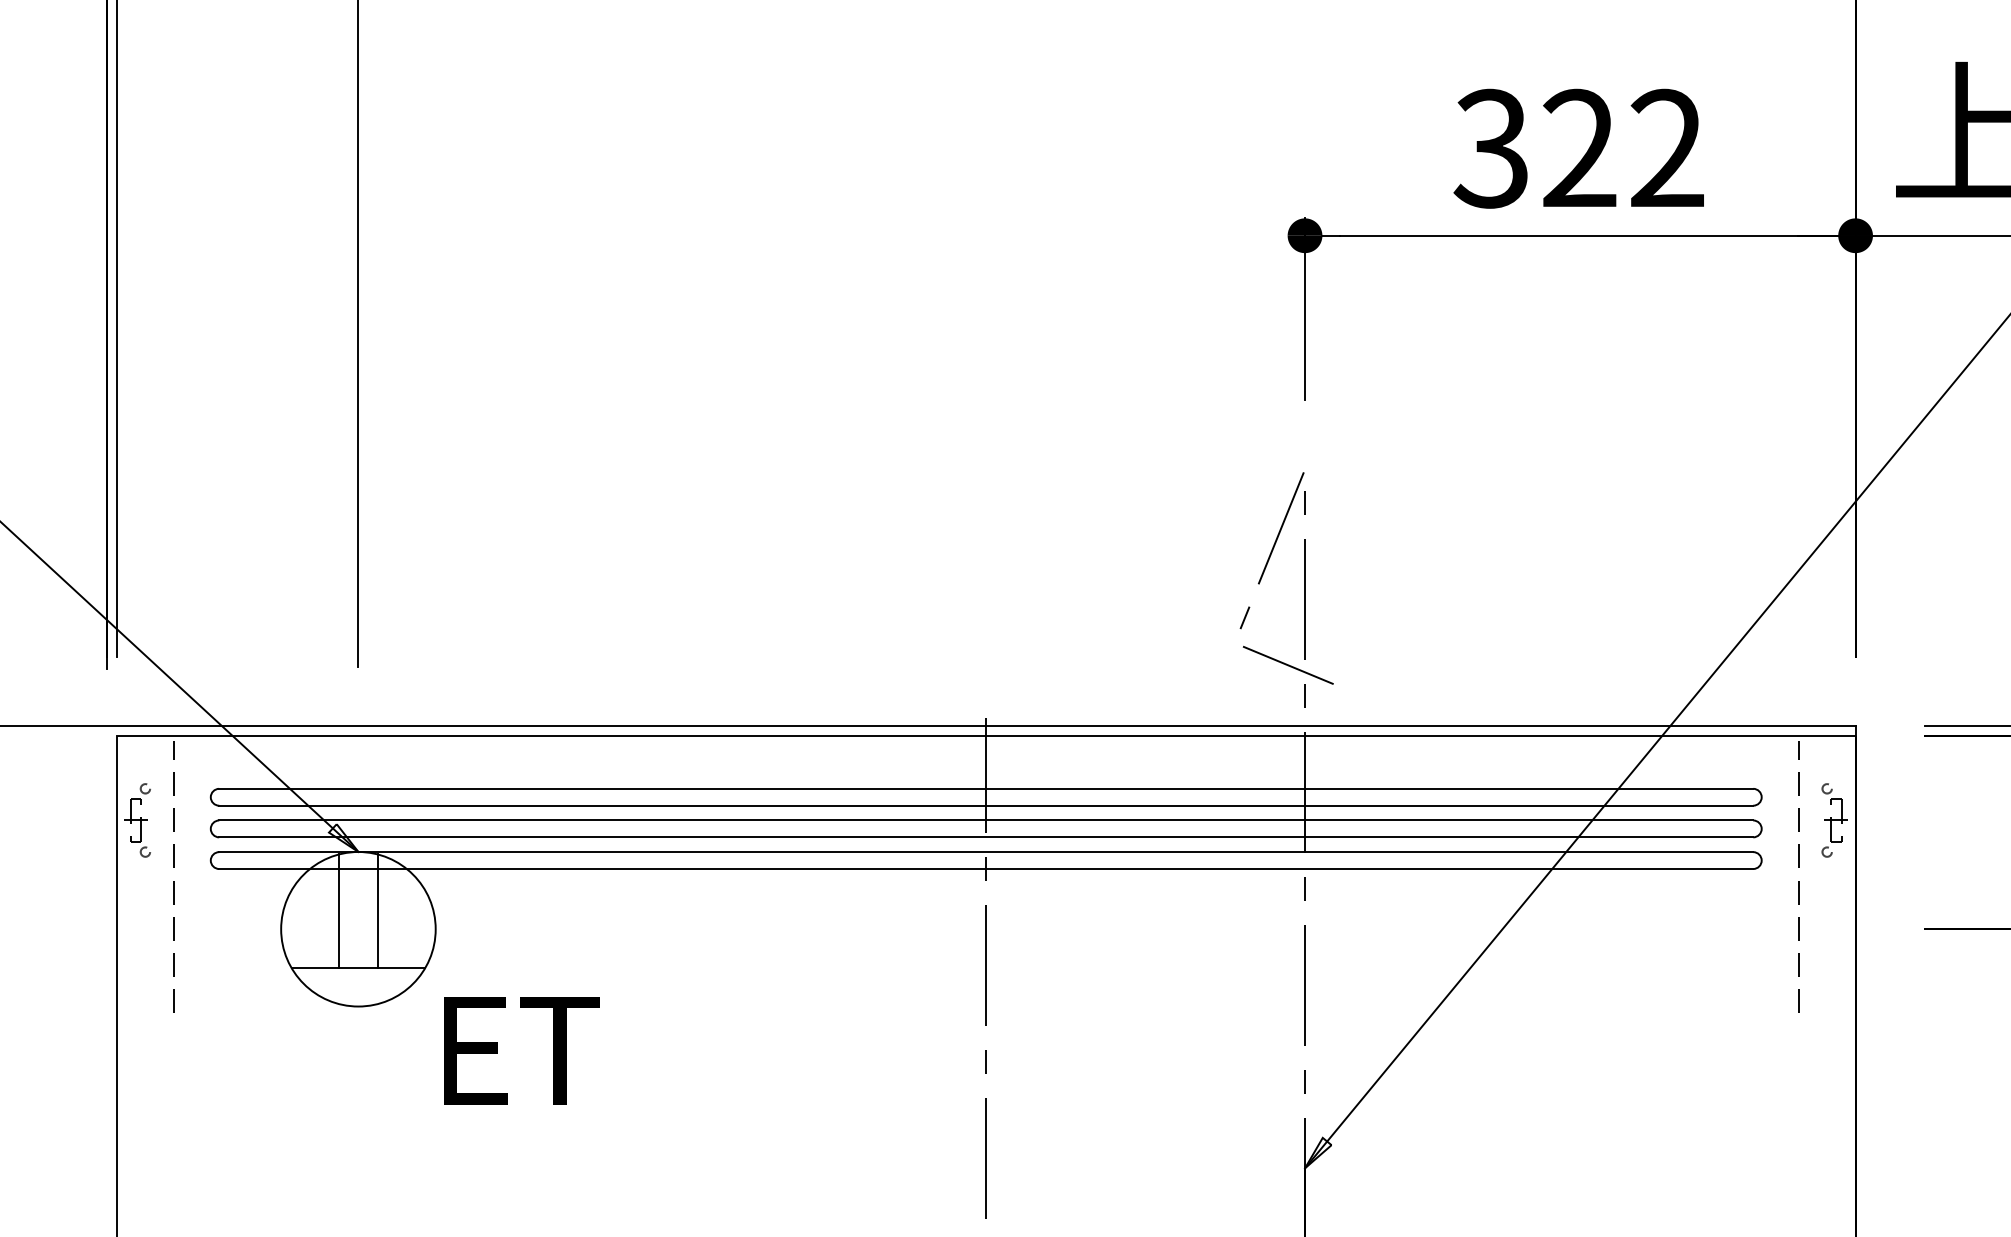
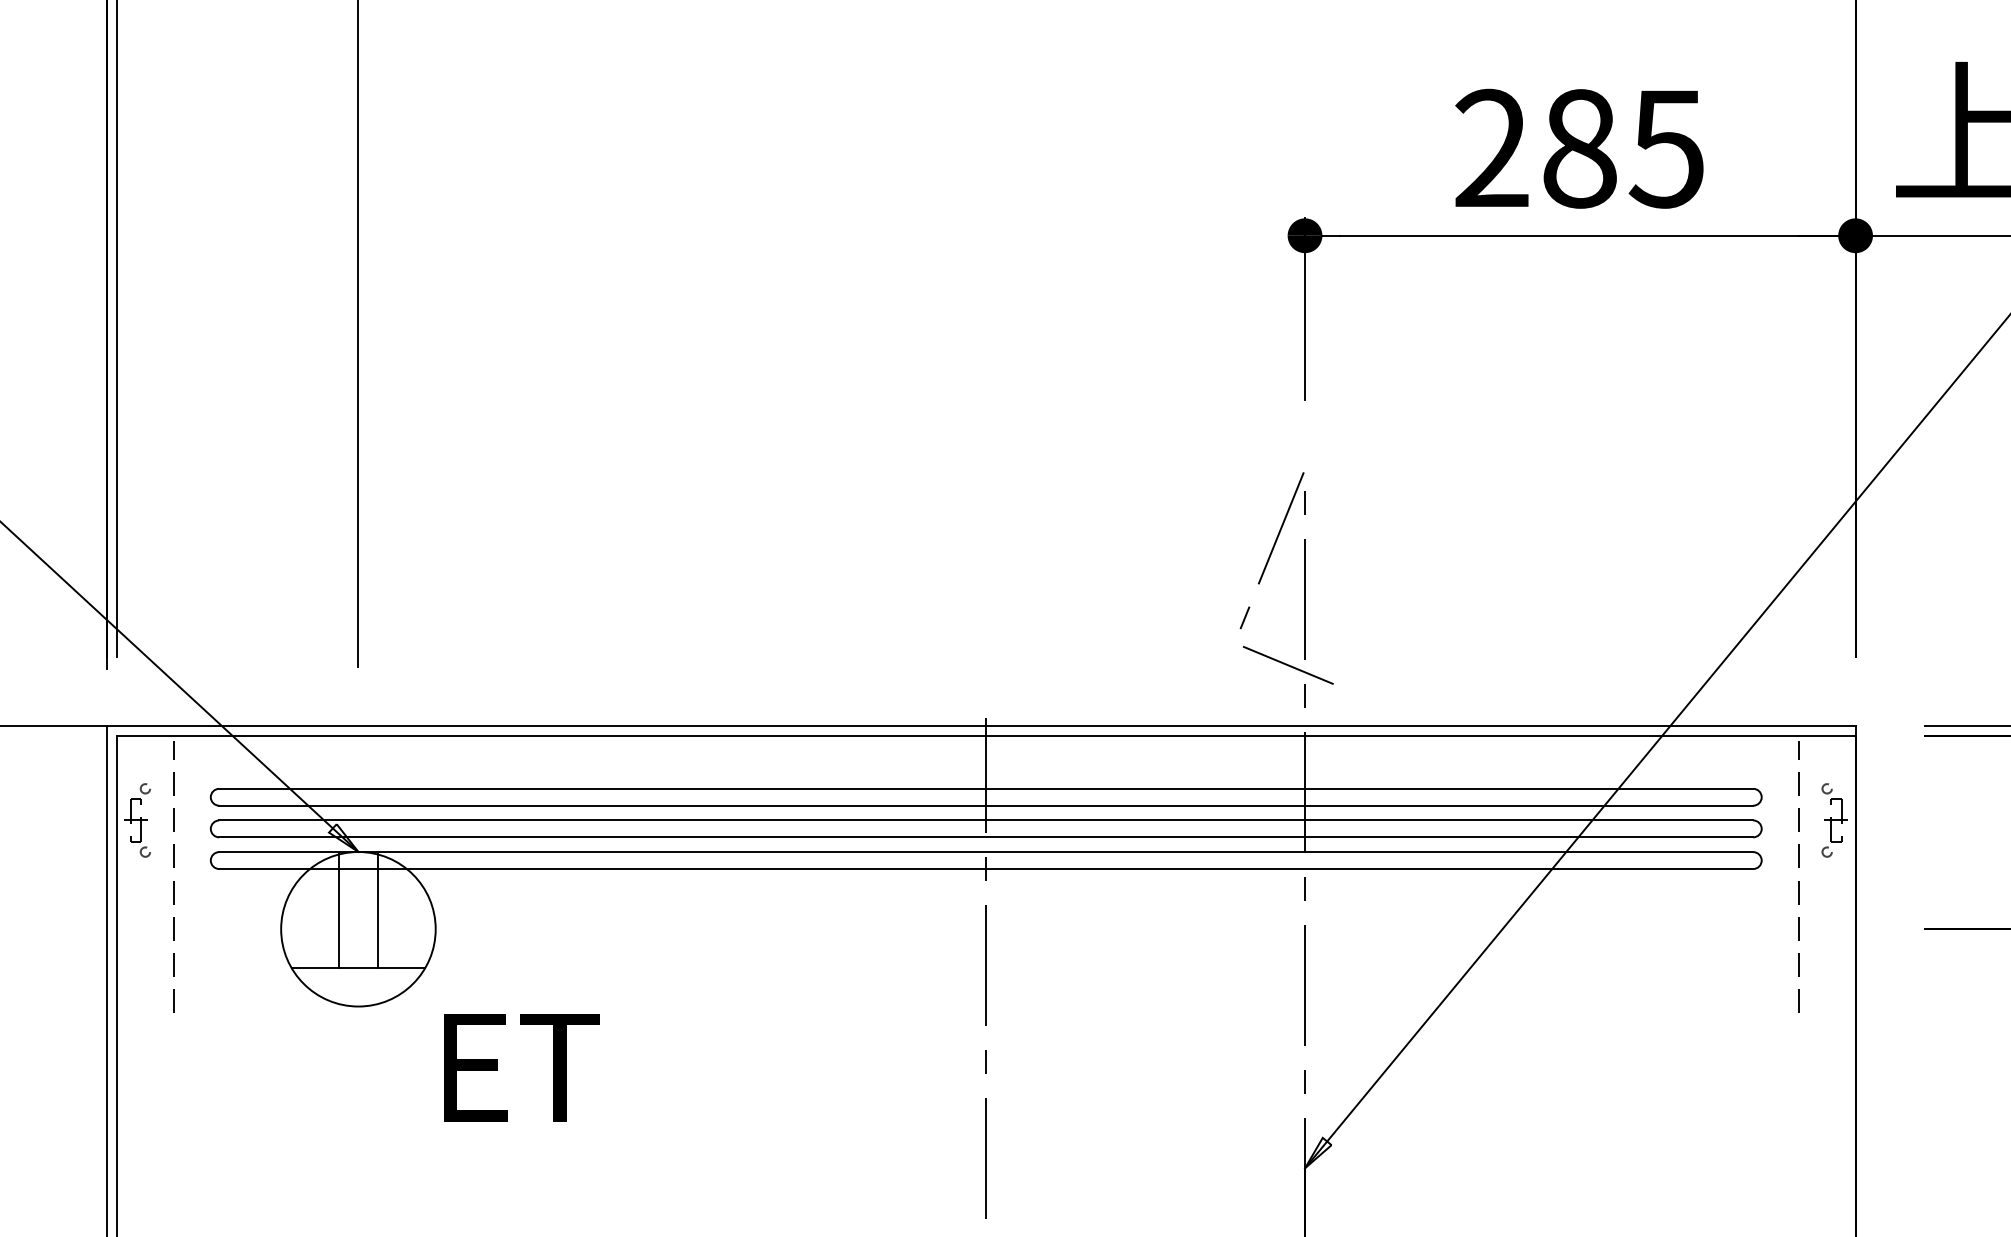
text at (1578, 148): 322 -> 285
line at (107, 979): none -> present
text at (521, 1050) position: (521, 1050) -> (521, 1067)
